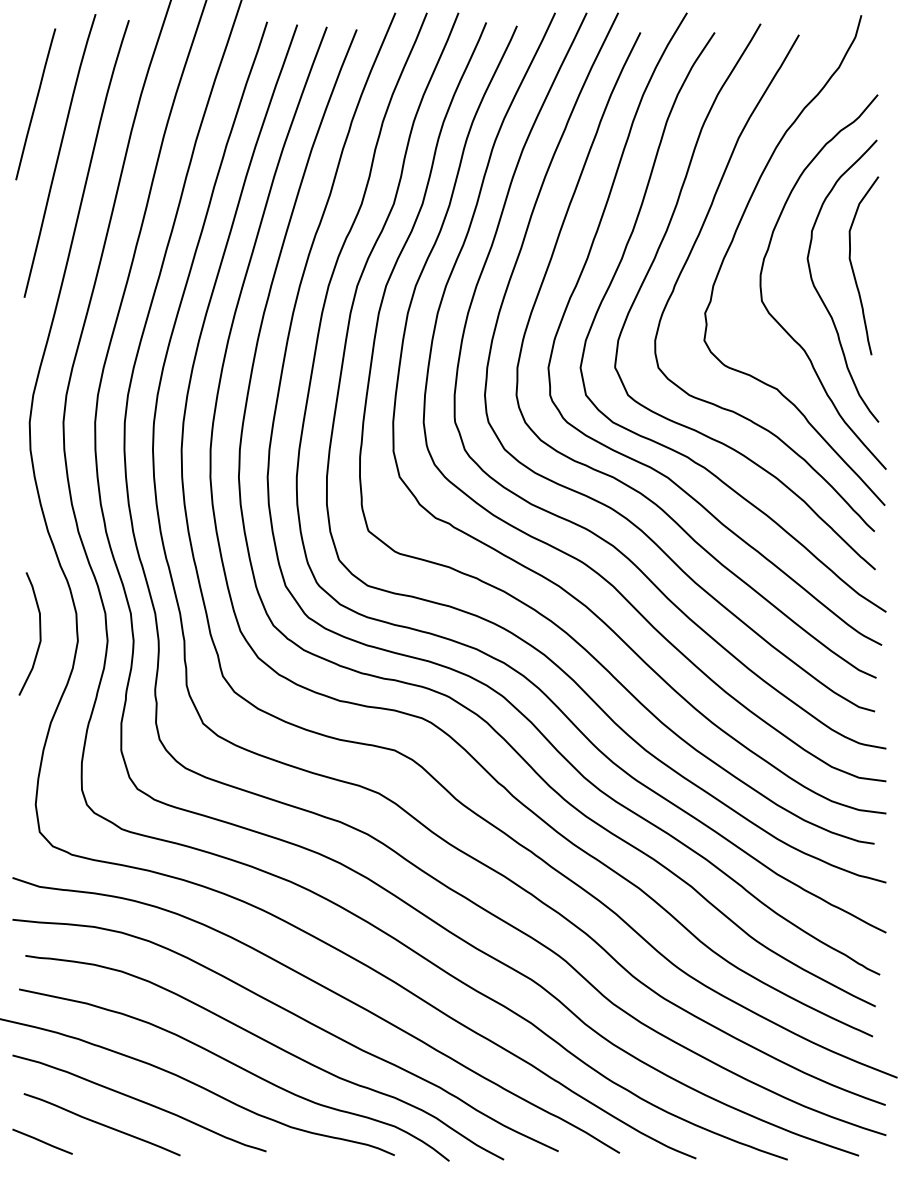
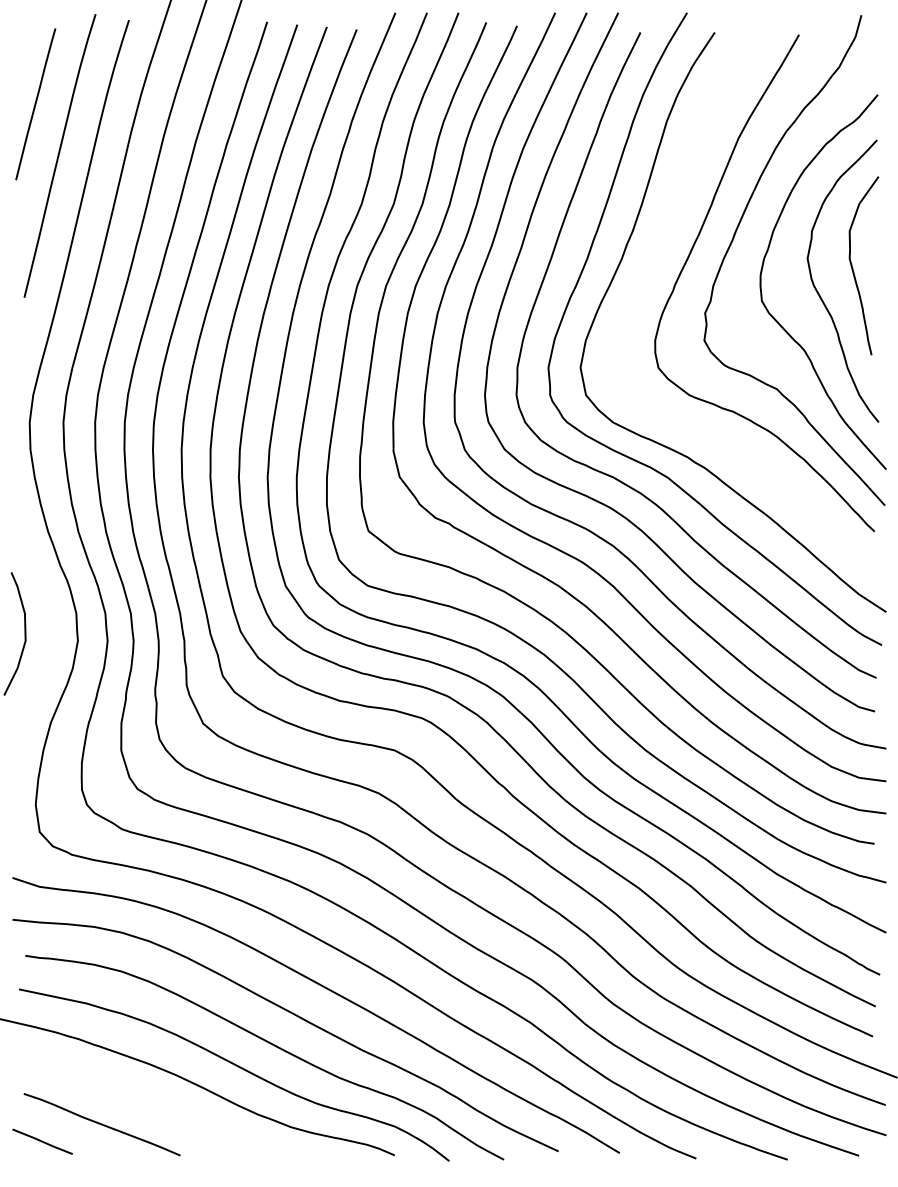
curve at (655, 259): present -> none
curve at (39, 633) position: (39, 633) -> (24, 633)
curve at (139, 1101): present -> none
